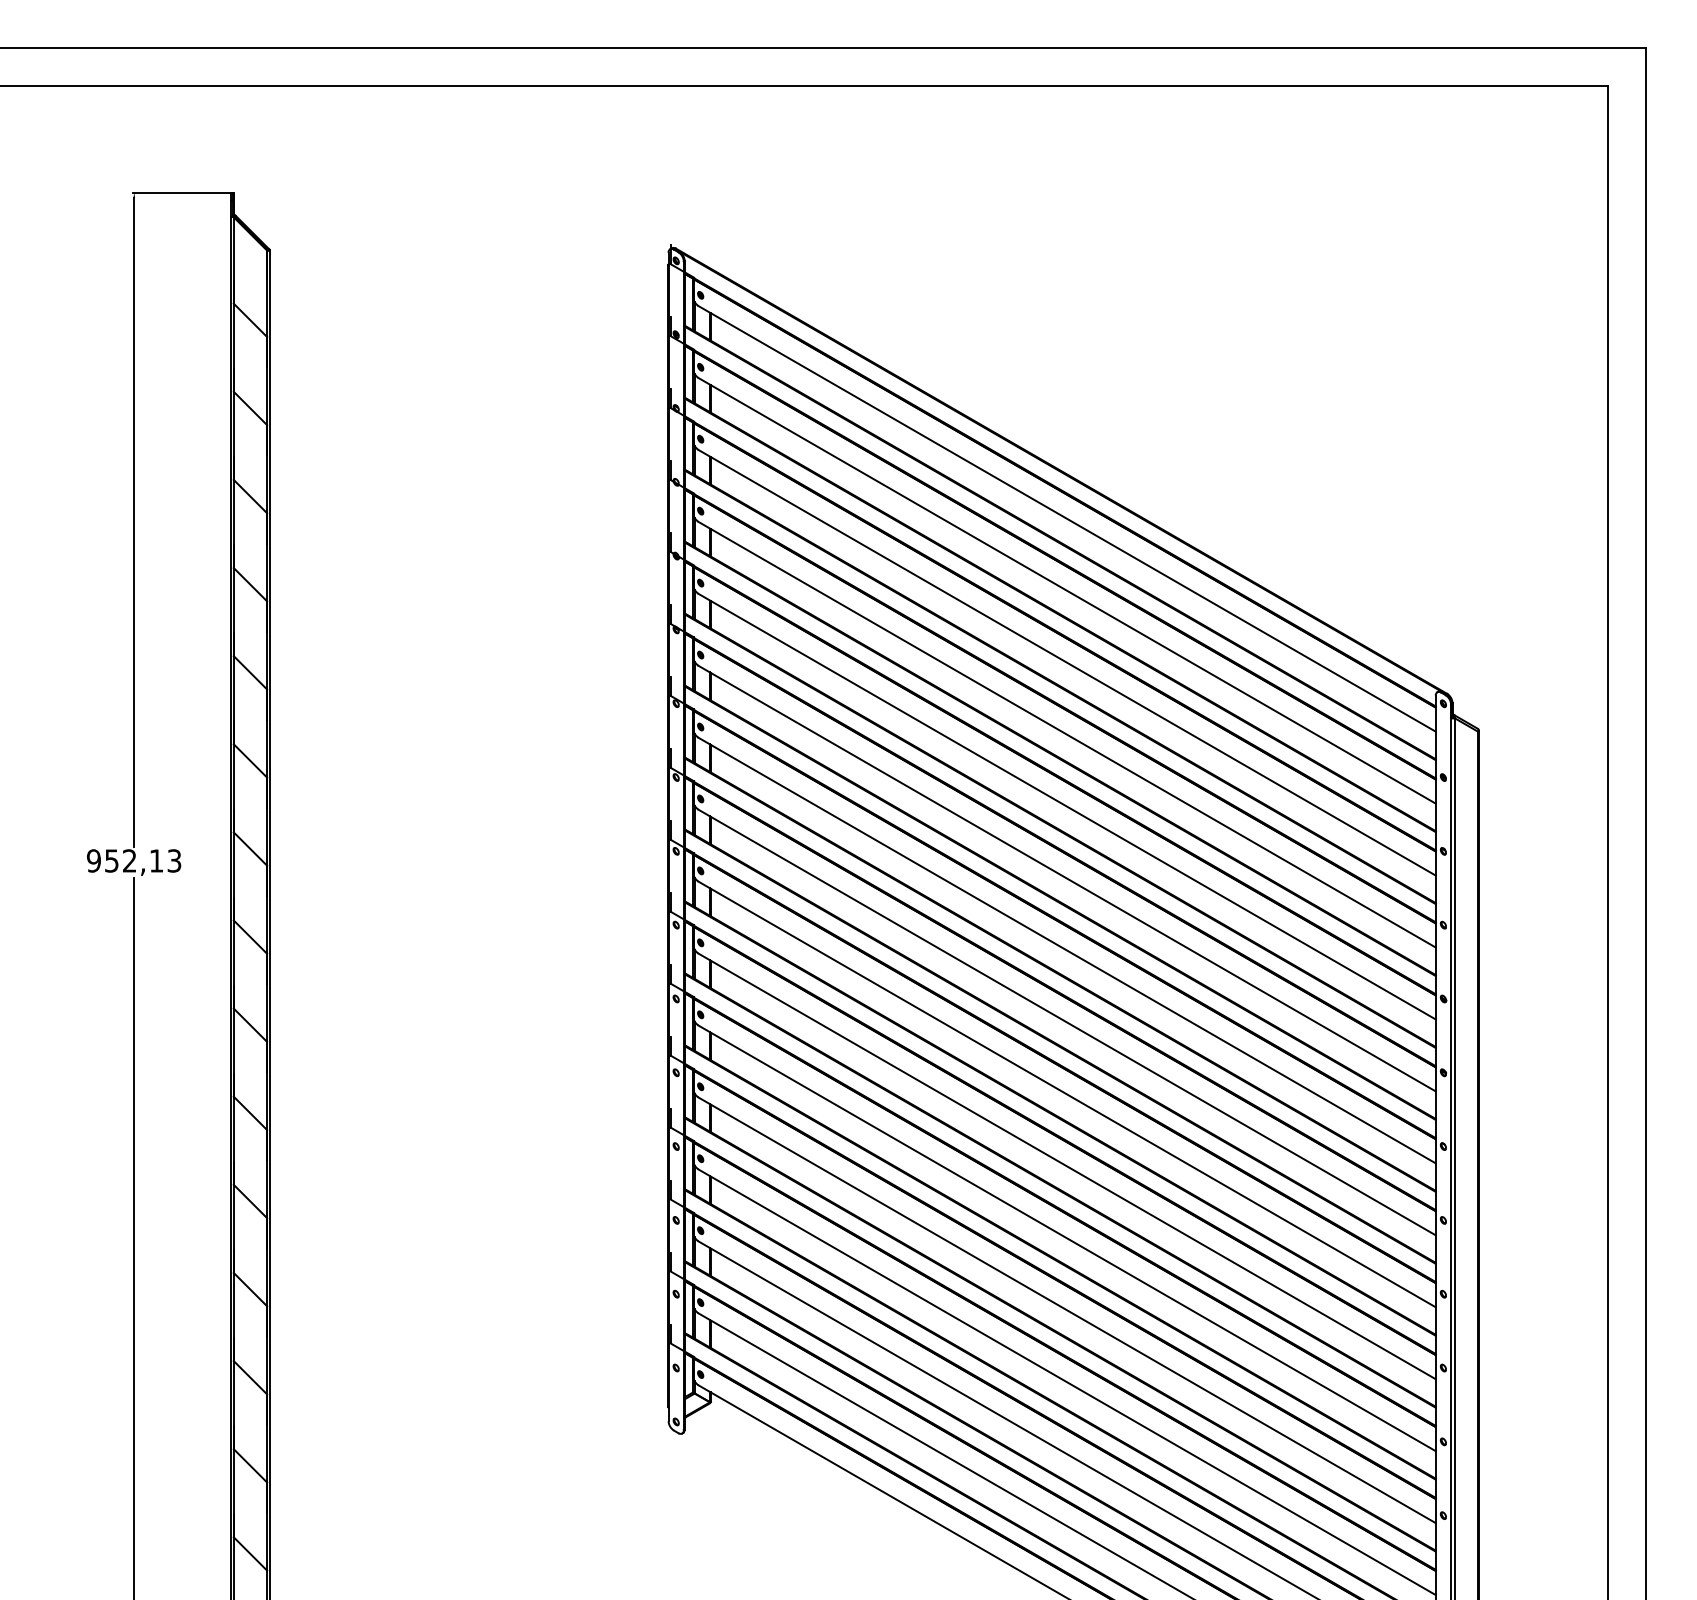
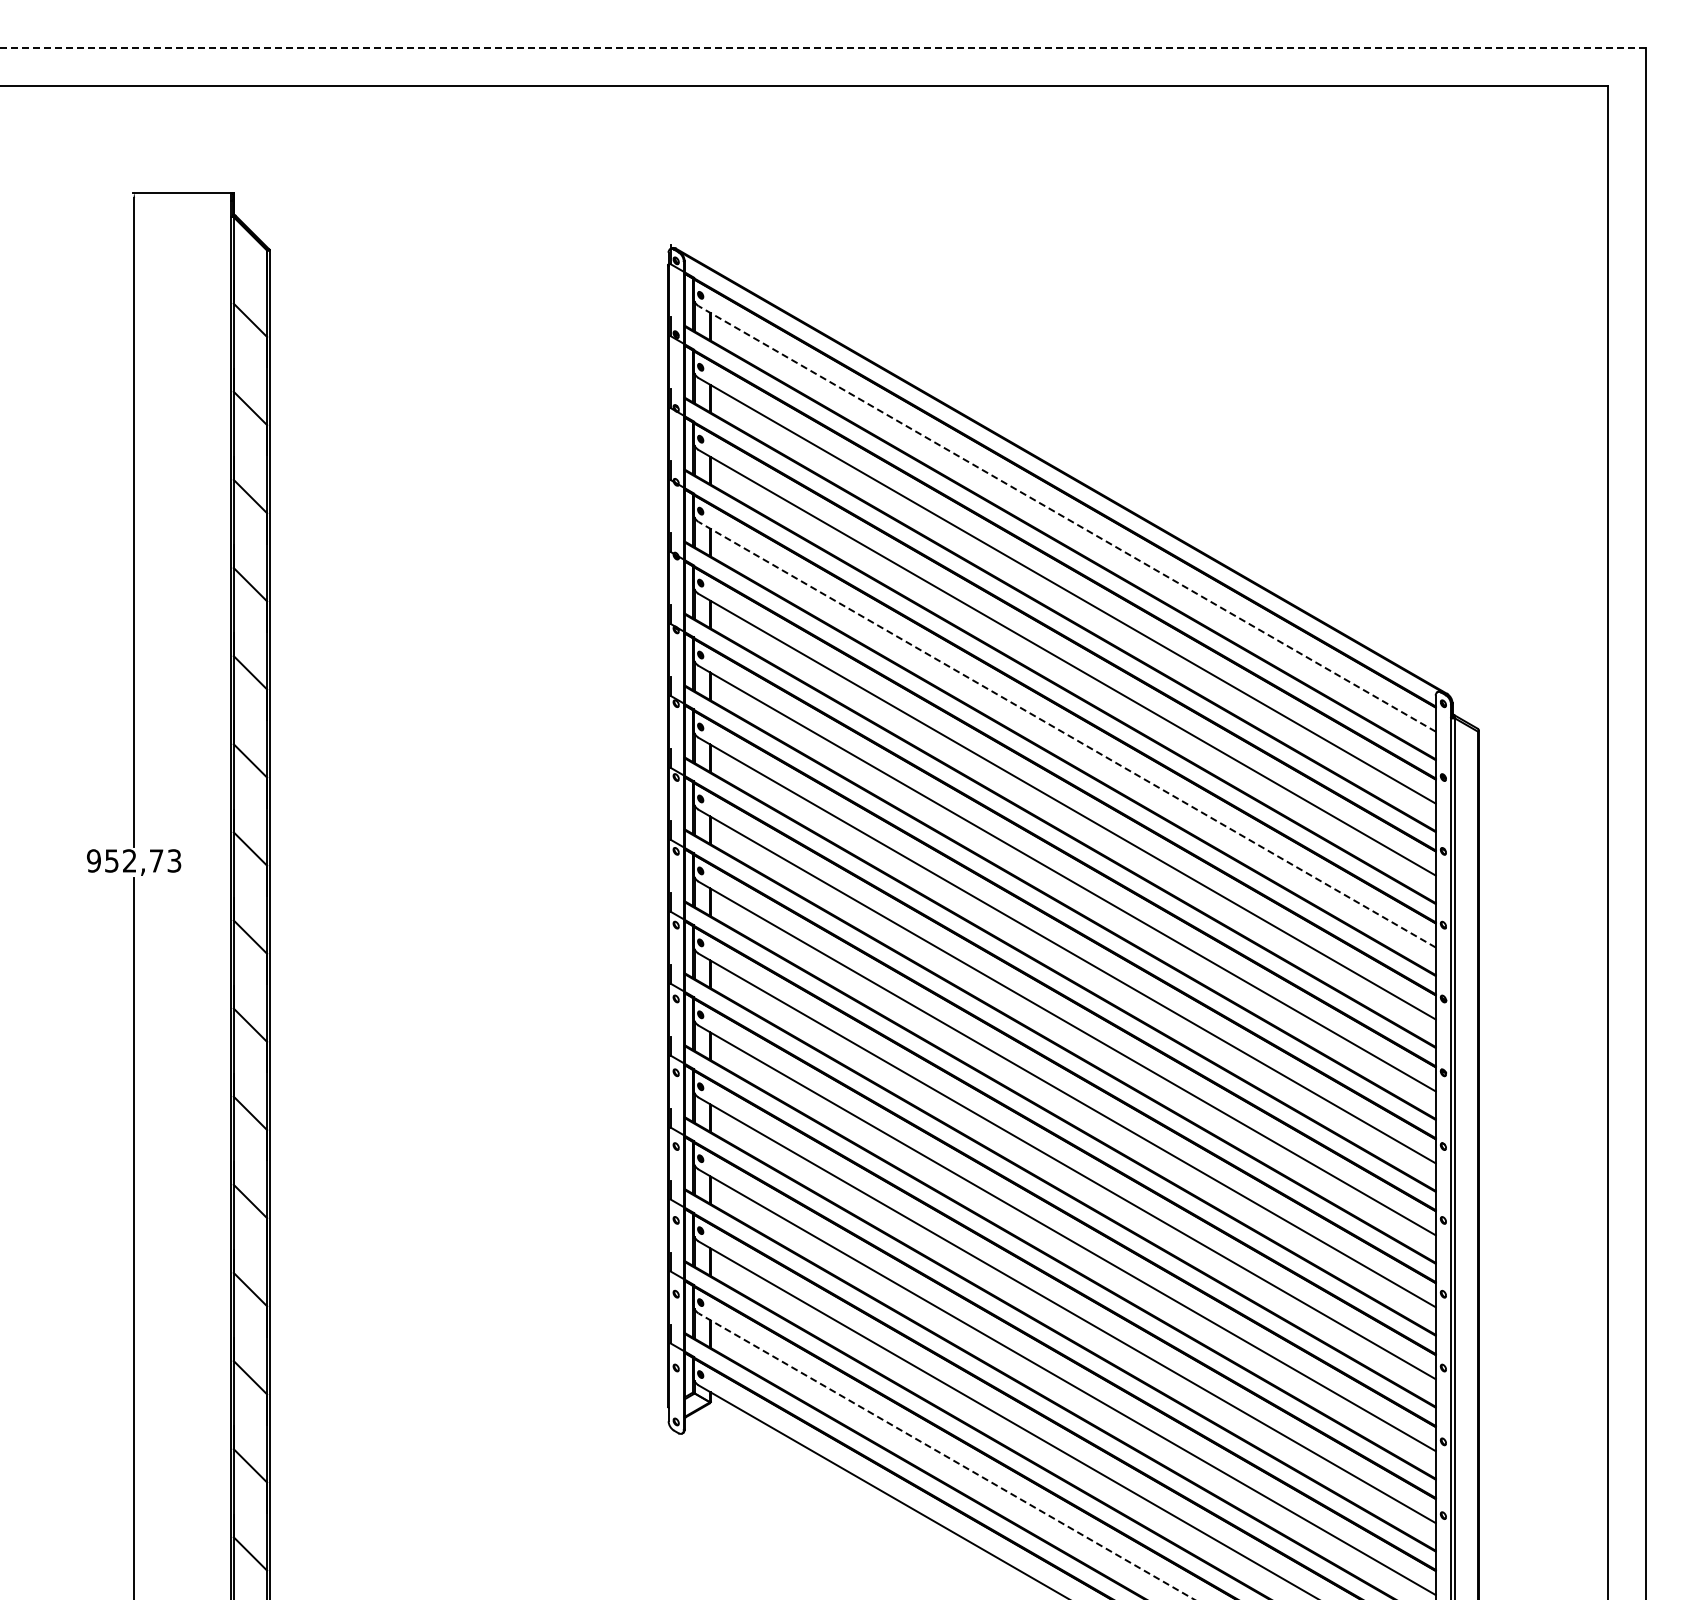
line at (823, 48): solid -> dashed
line at (1067, 518): solid -> dashed
line at (1067, 734): solid -> dashed
text at (156, 860): 952,13 -> 952,73
line at (946, 1456): solid -> dashed
